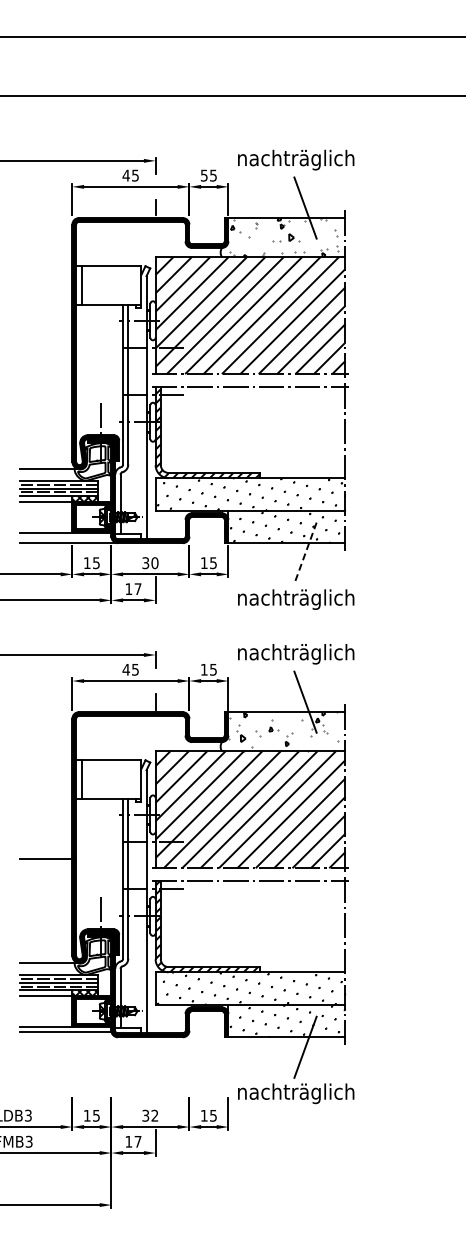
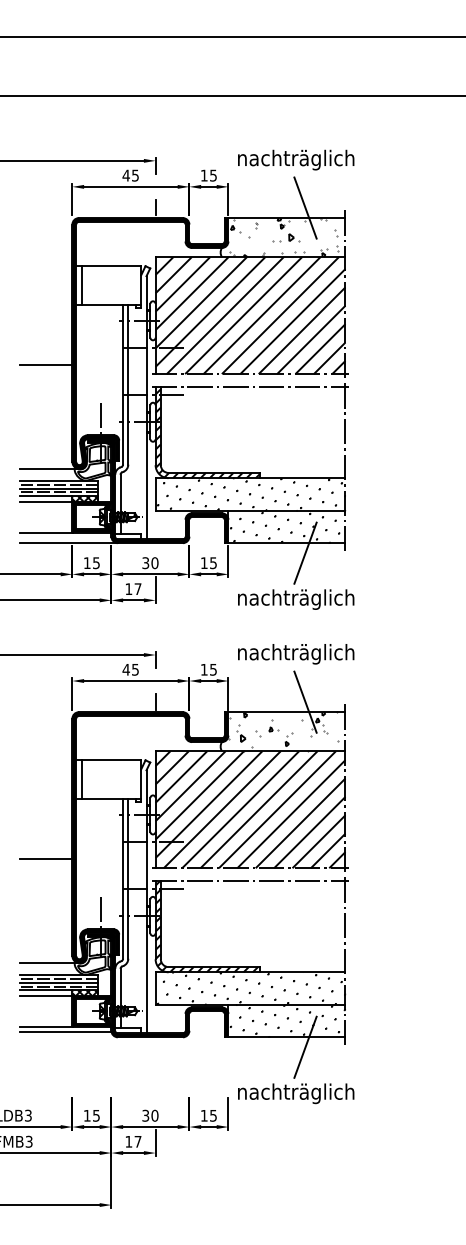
text at (203, 175): 55 -> 15
line at (46, 365): none -> present
line at (305, 553): dashed -> solid
text at (154, 1115): 32 -> 30
